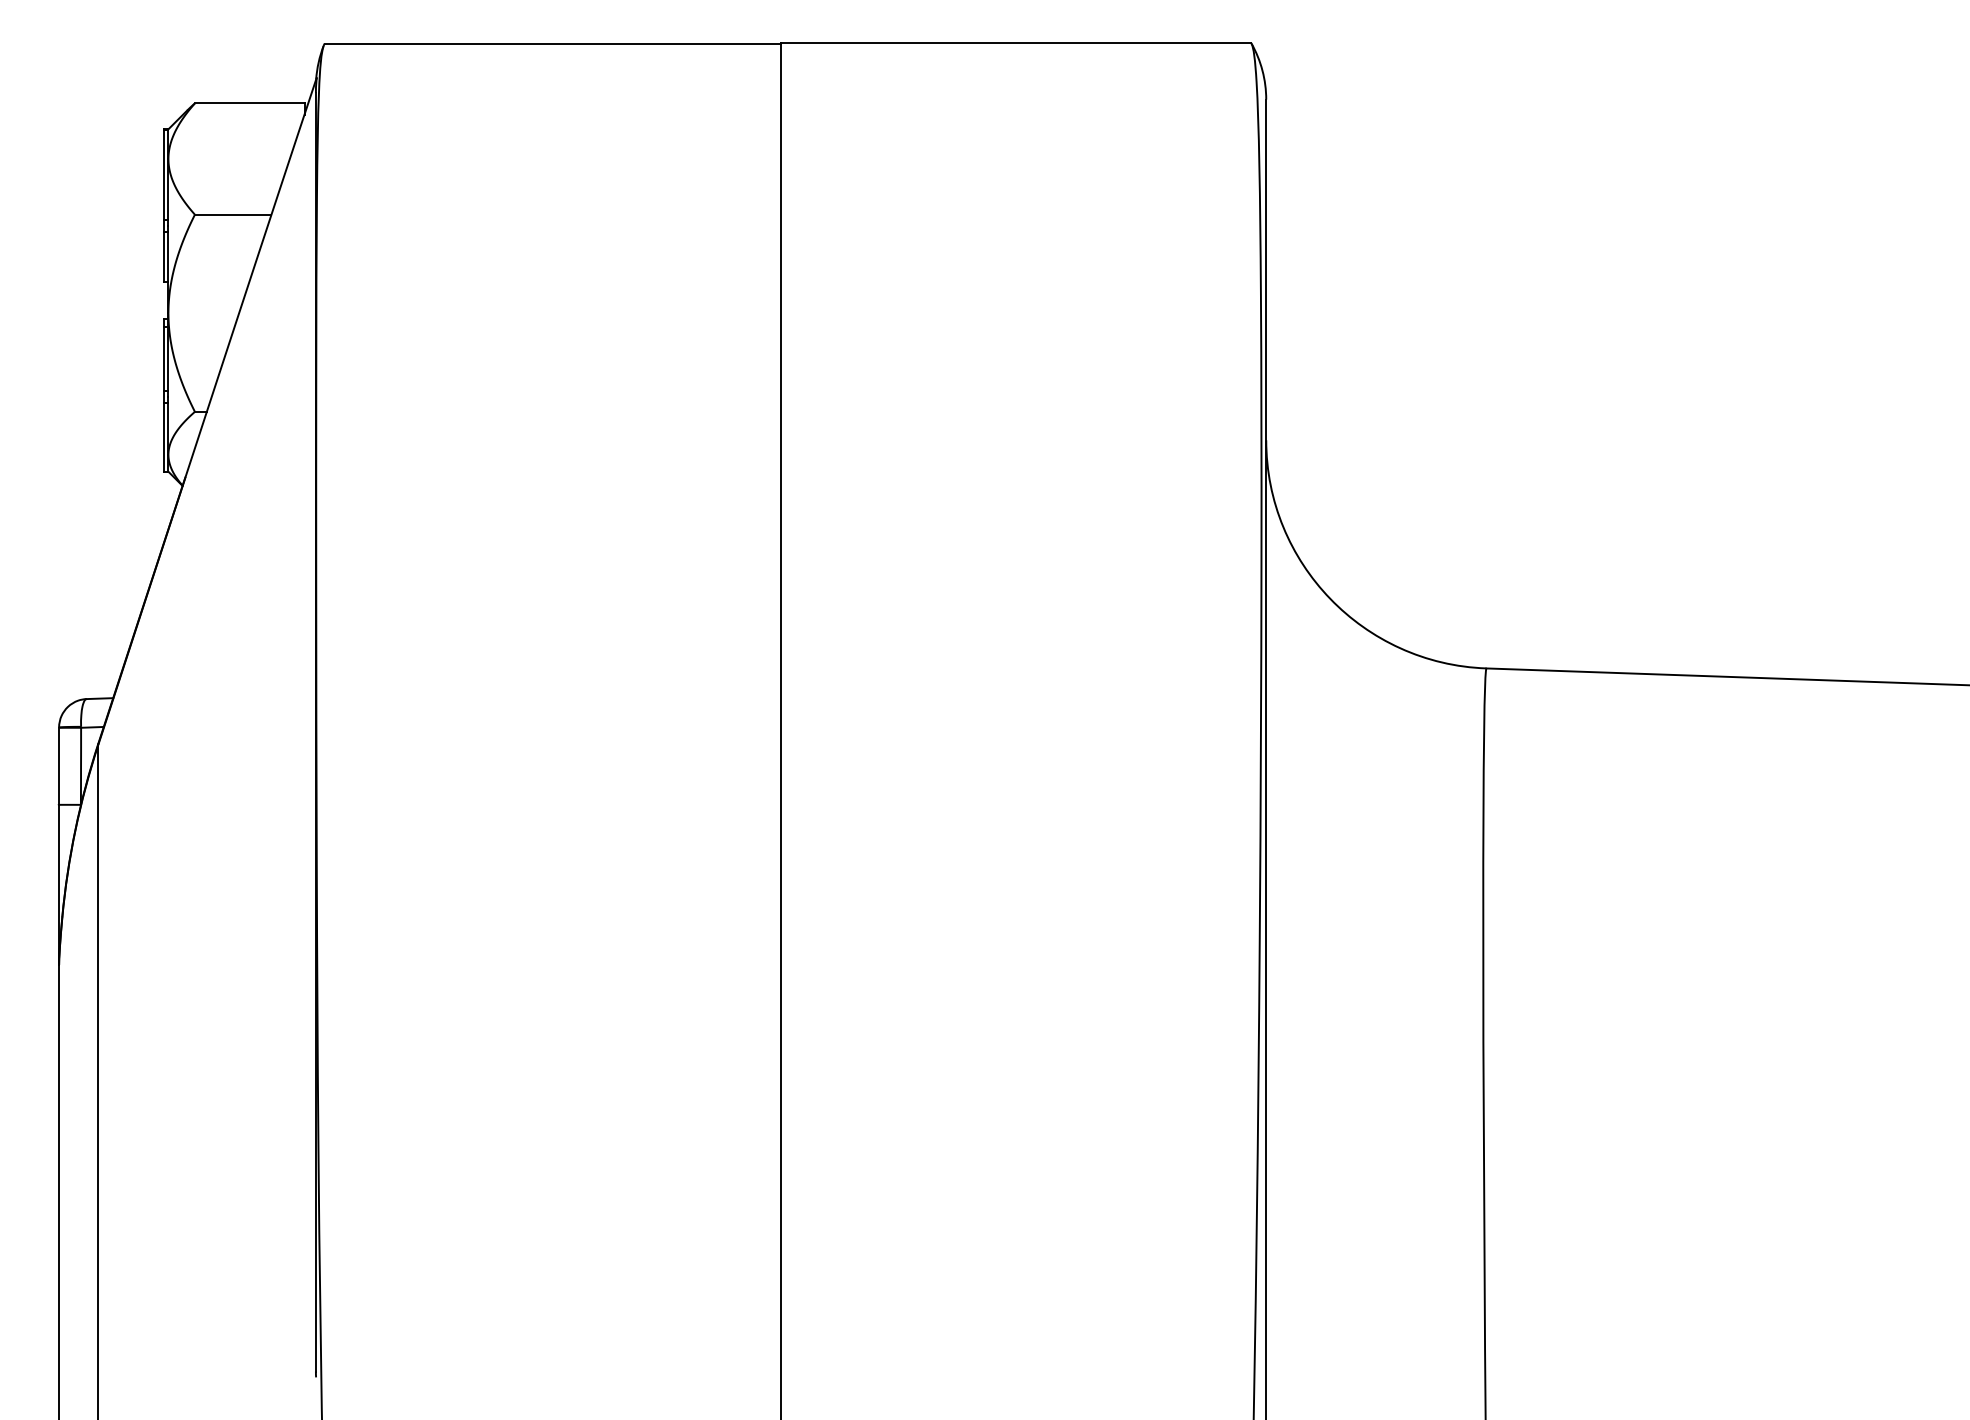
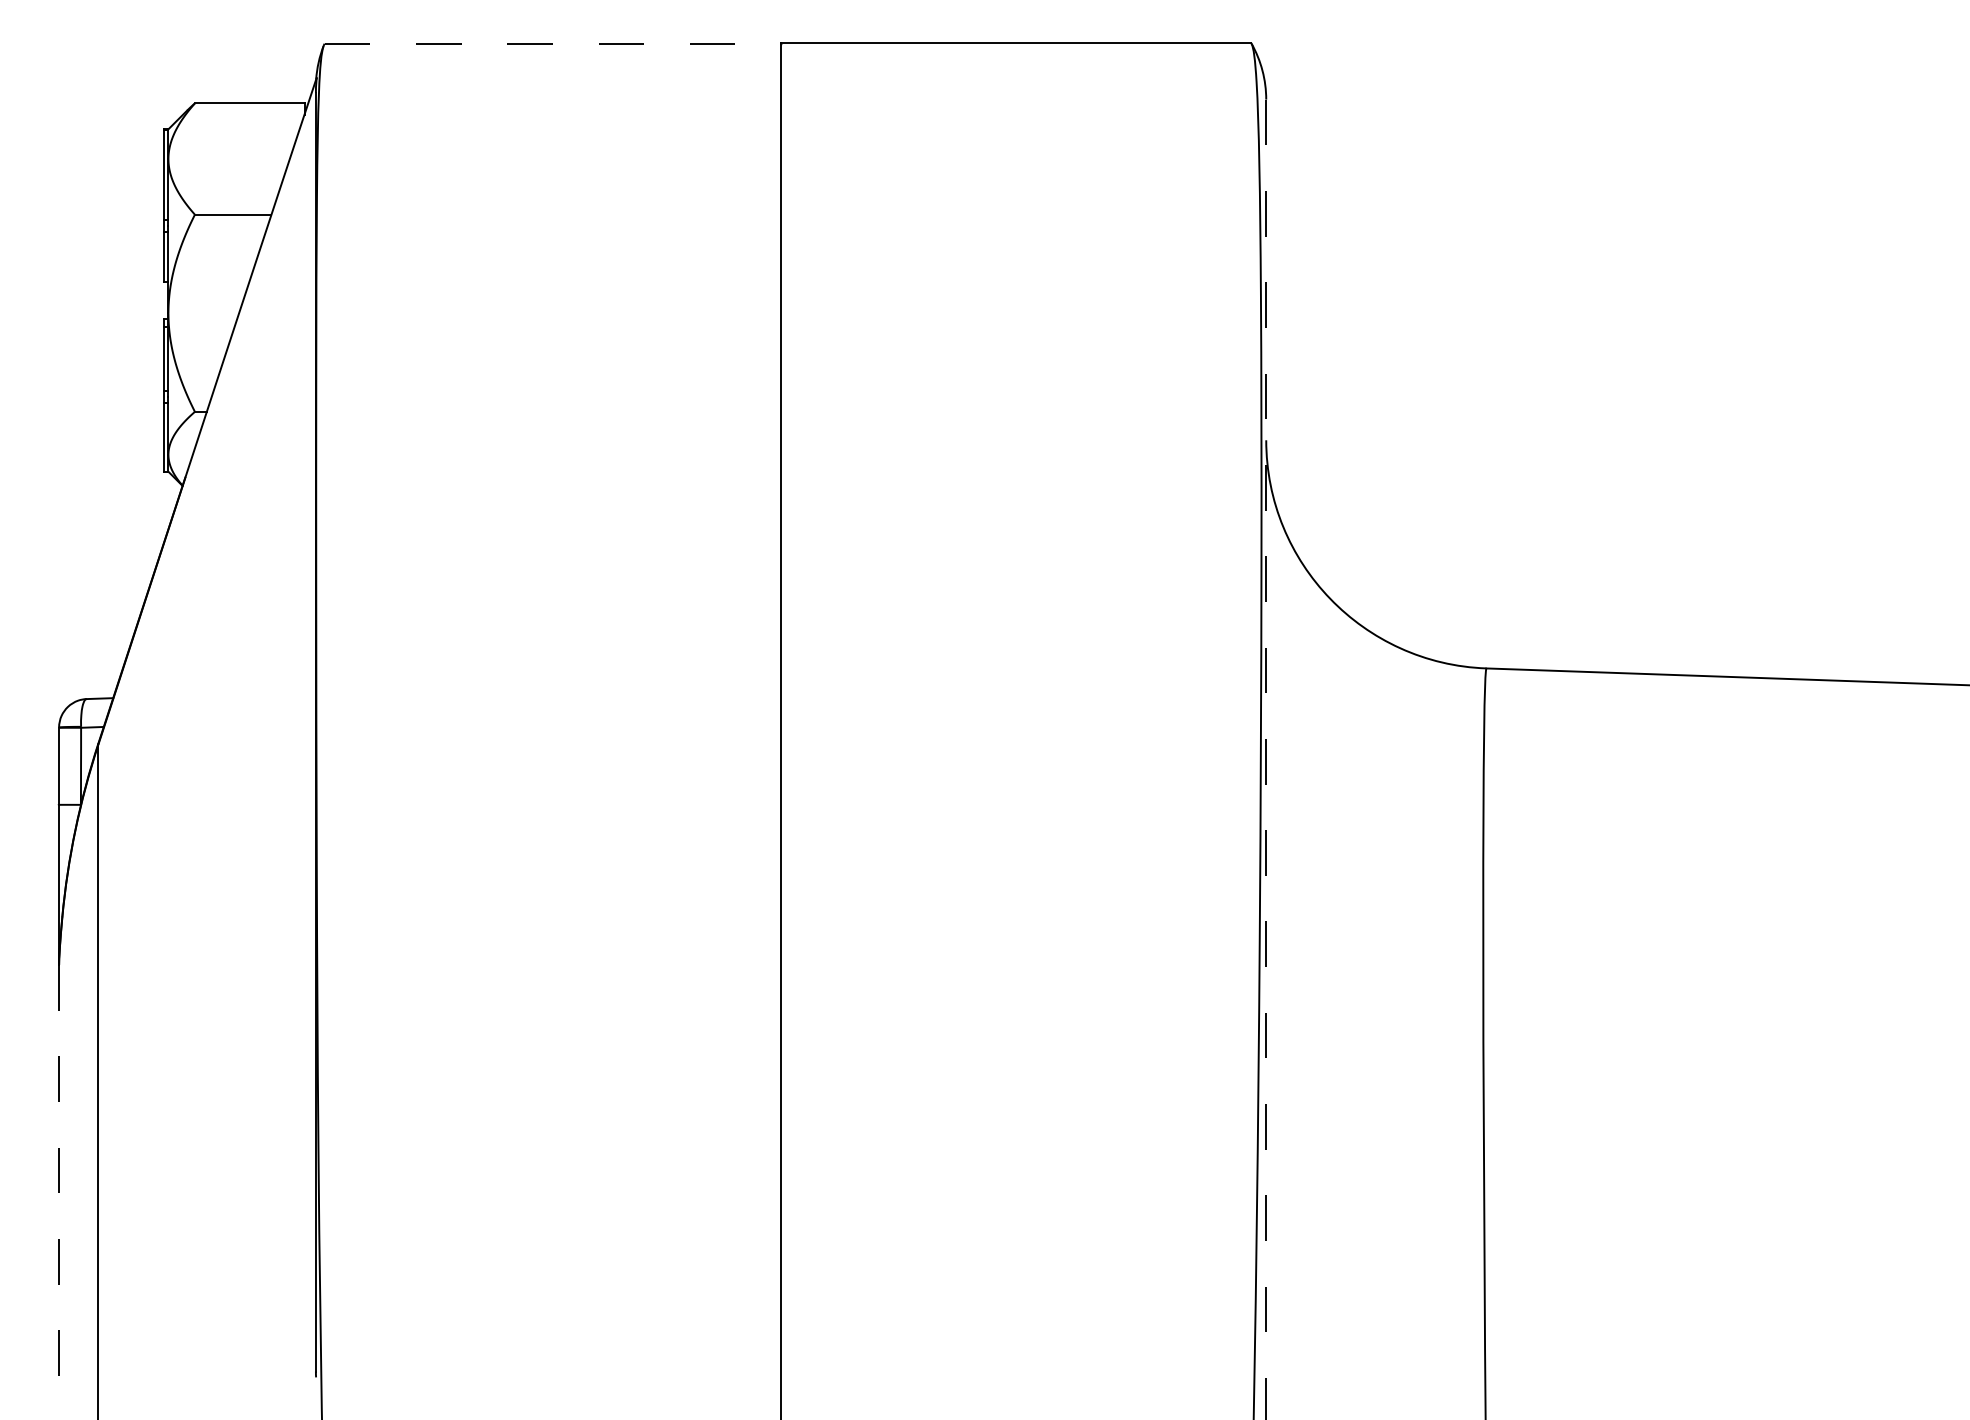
line at (553, 43): solid -> dashed
line at (1266, 759): solid -> dashed
line at (59, 1192): solid -> dashed
